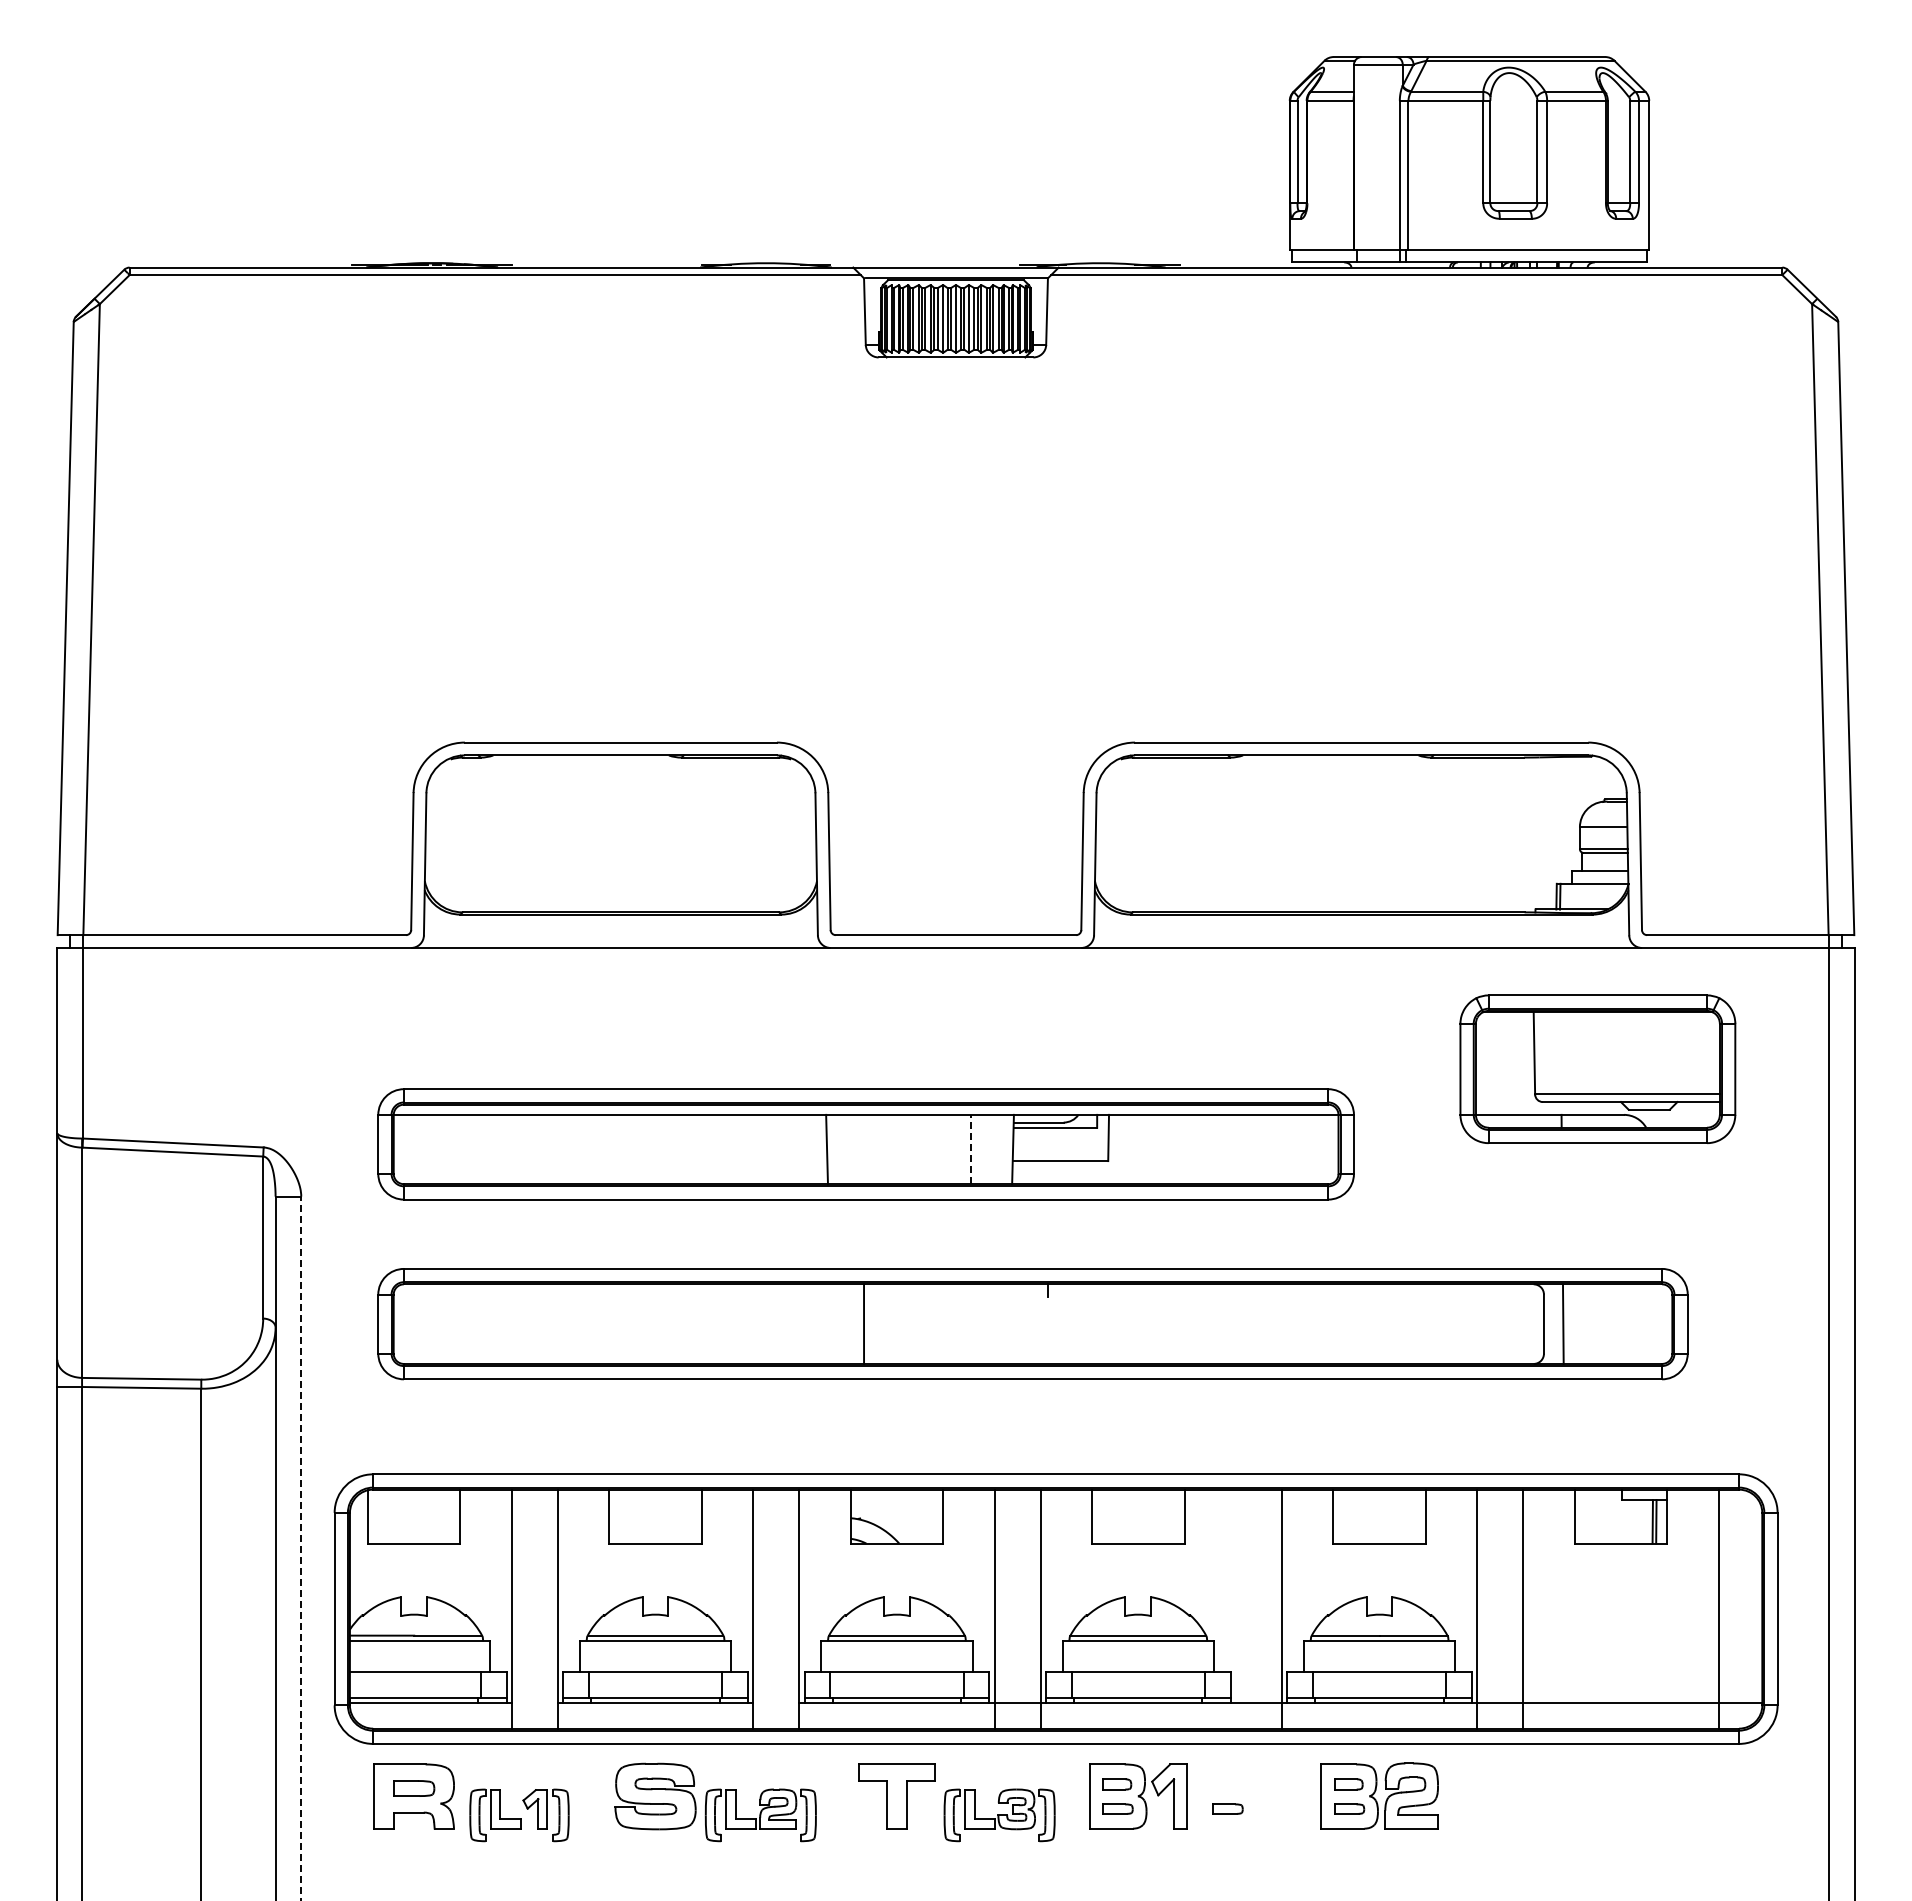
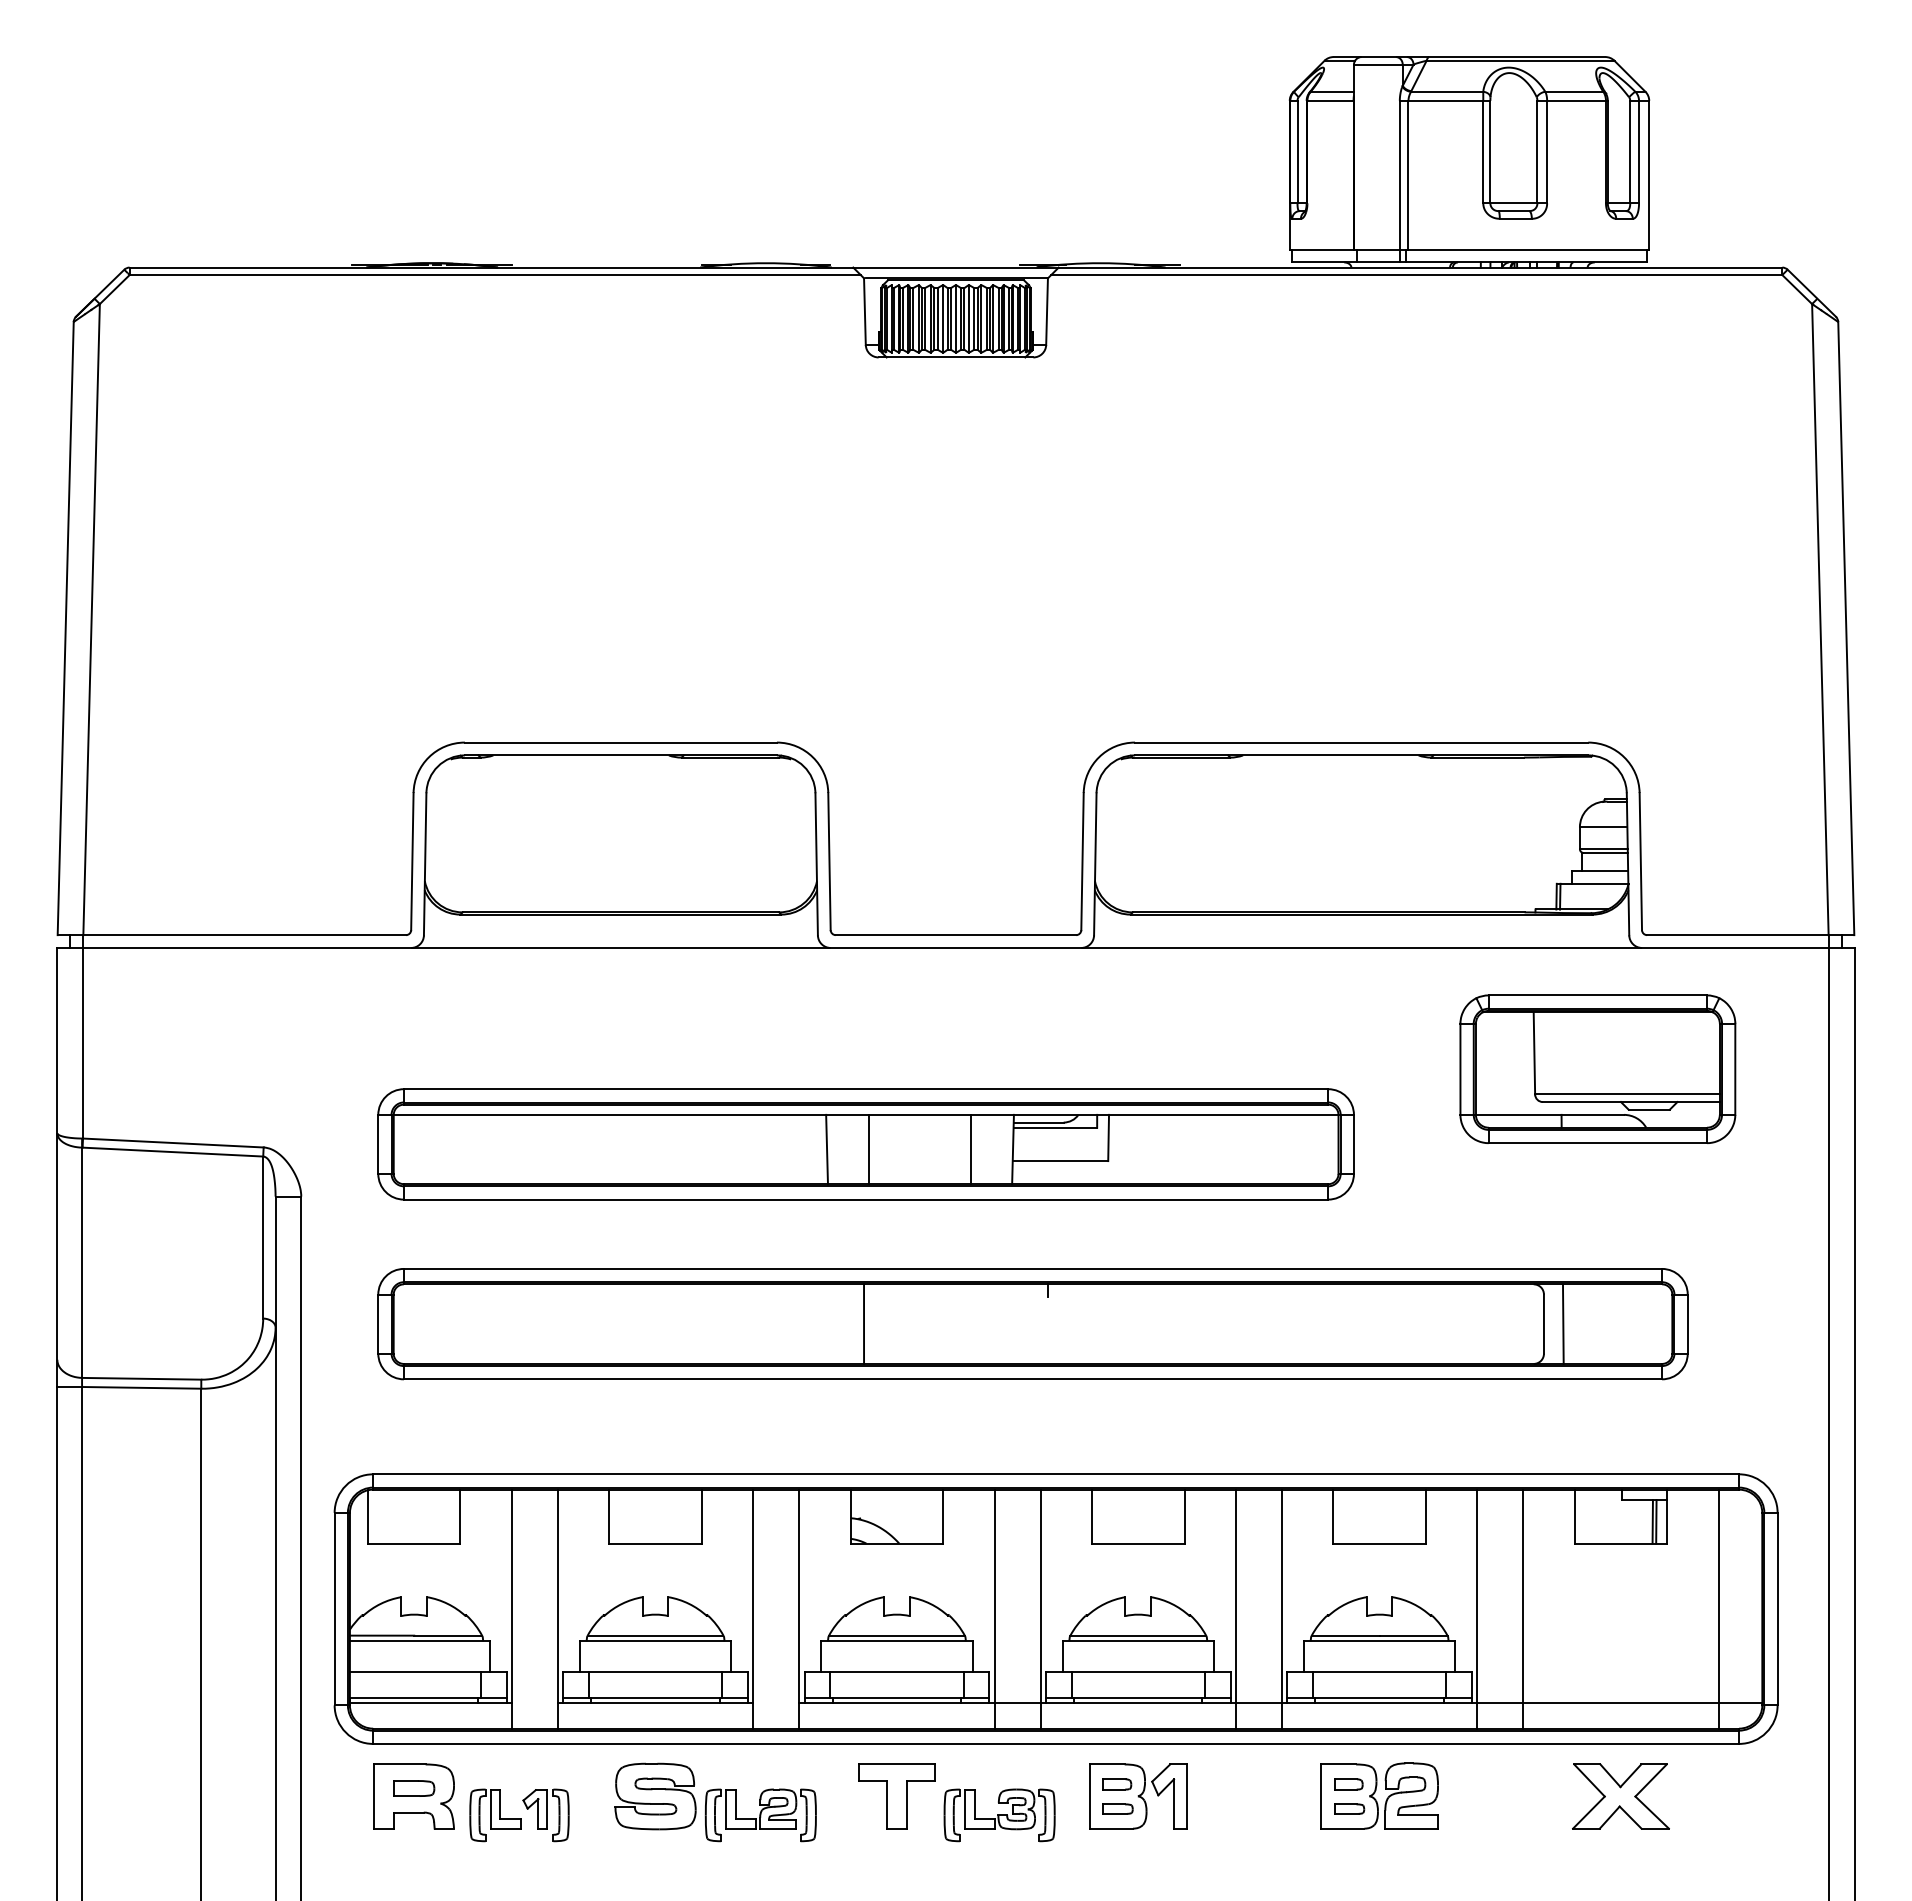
line at (868, 1149): none -> present
line at (971, 1149): dashed -> solid
line at (301, 1548): dashed -> solid
line at (1235, 1608): none -> present
part at (1620, 1796): none -> present
part at (1227, 1808): present -> none
